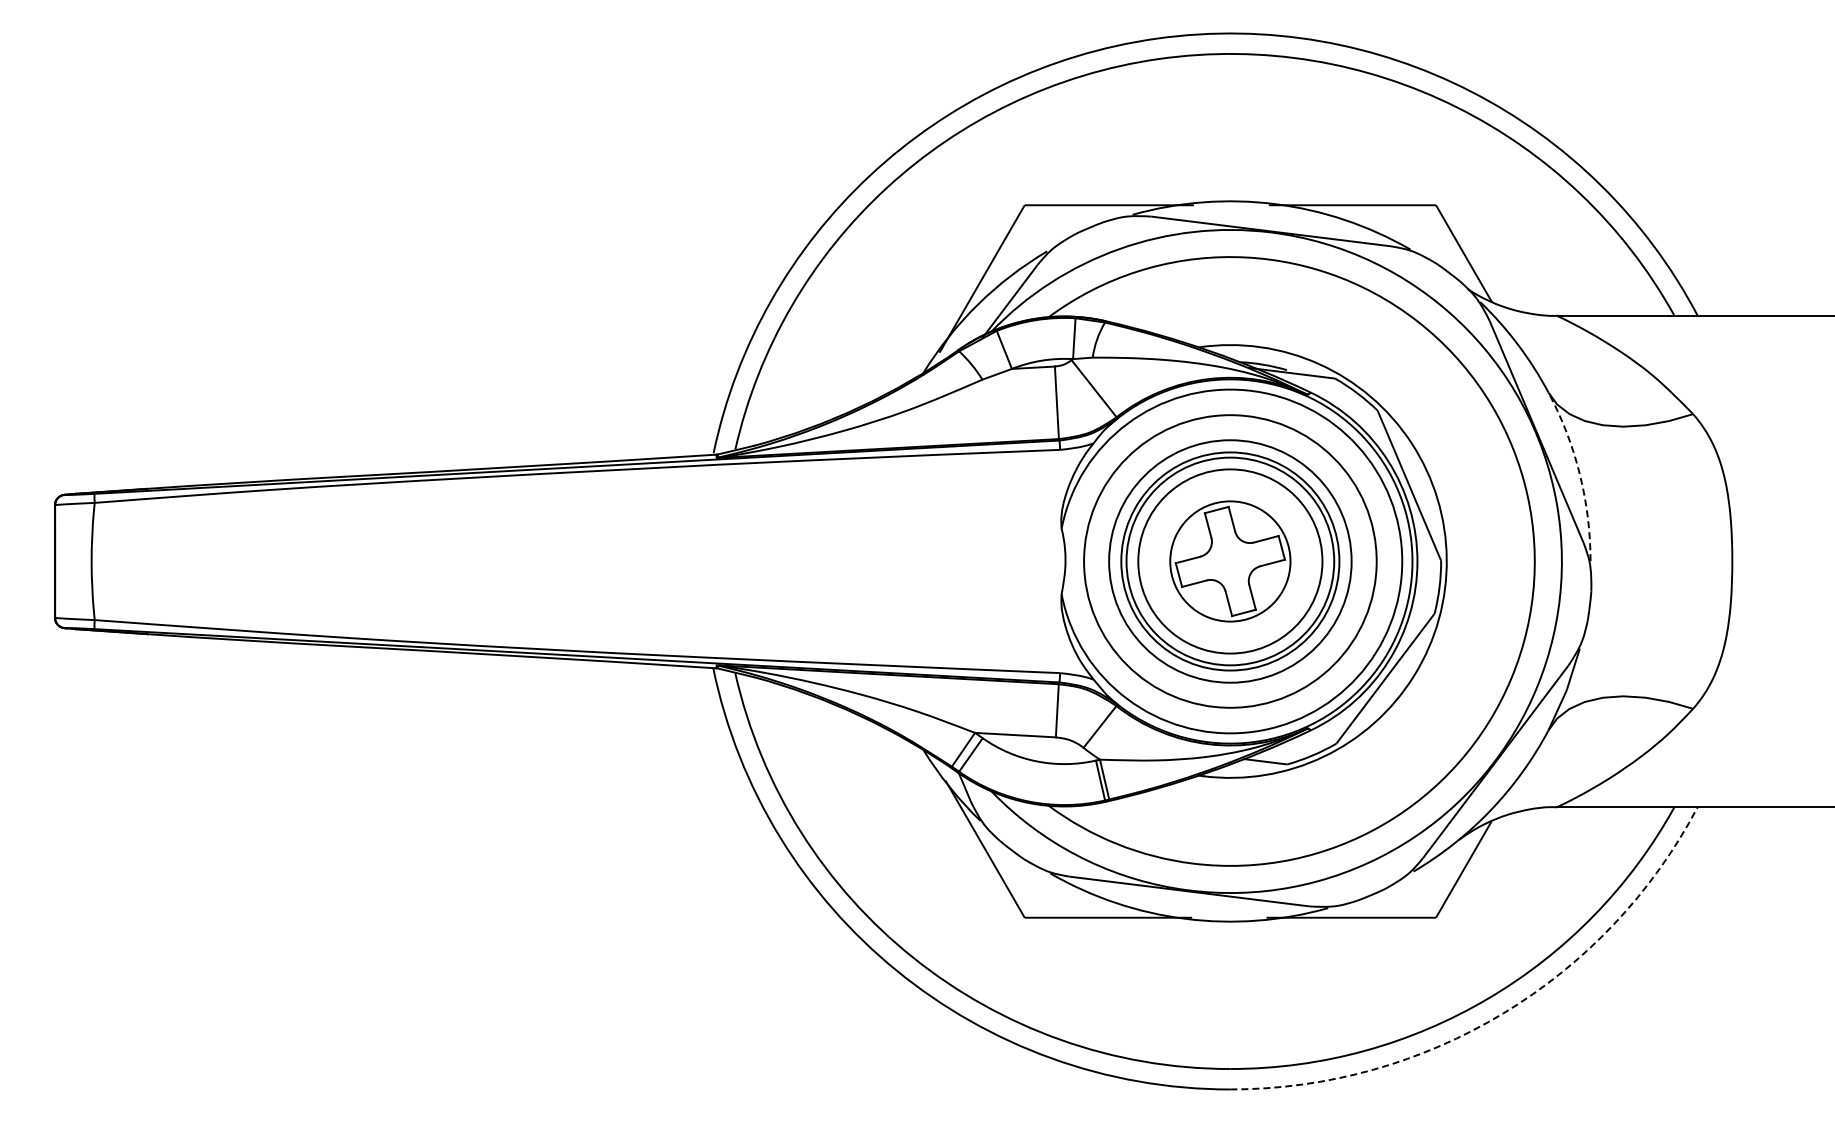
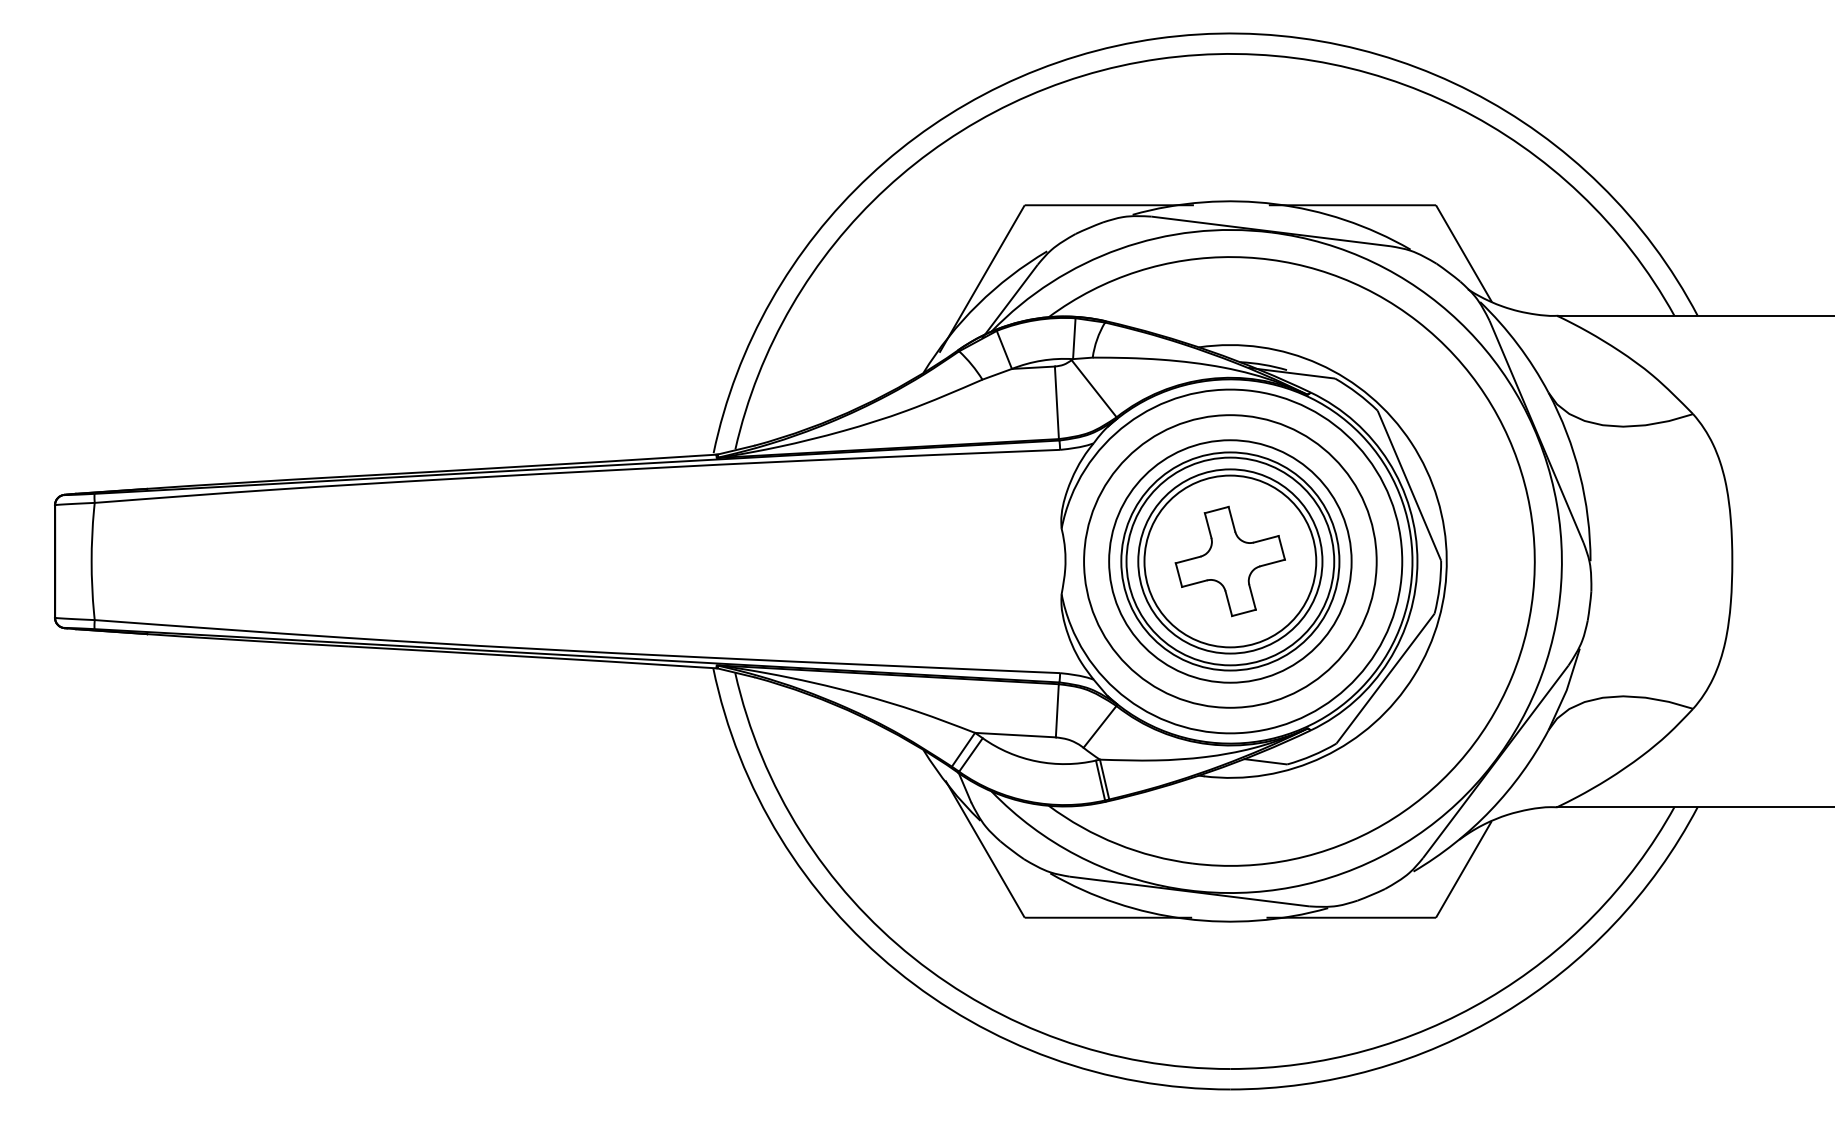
arc at (1579, 474): dashed -> solid
circle at (1230, 561) diameter: 120 px -> 172 px
arc at (1503, 1013): dashed -> solid
